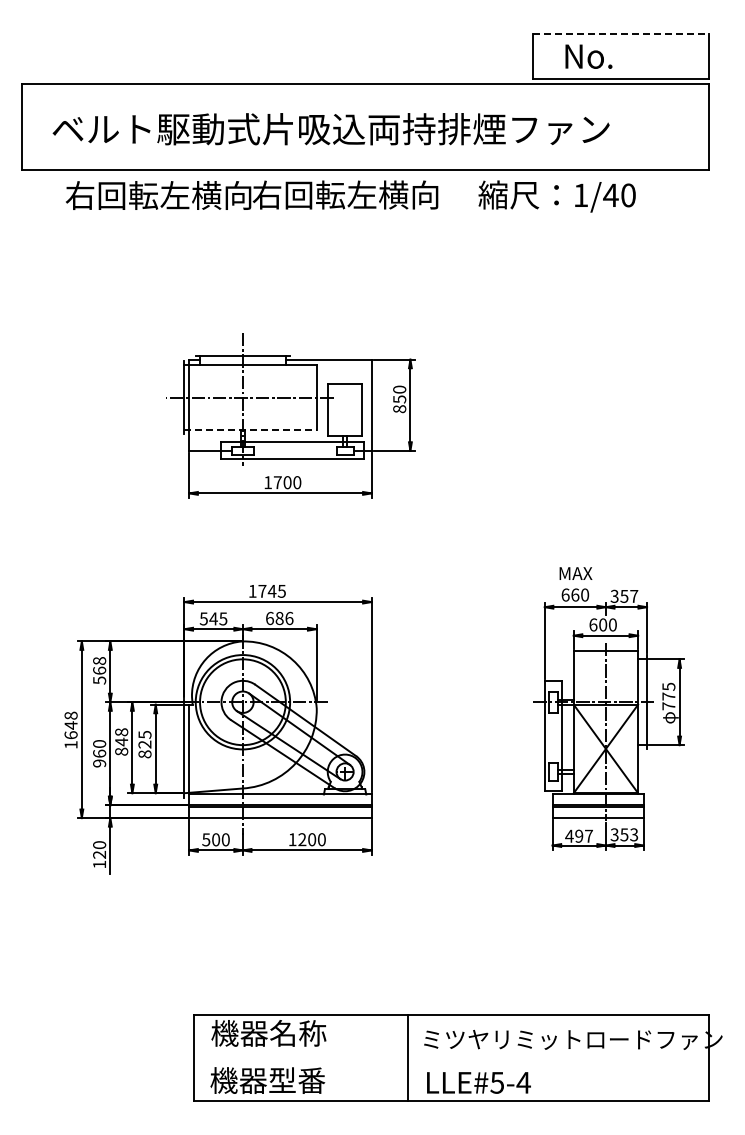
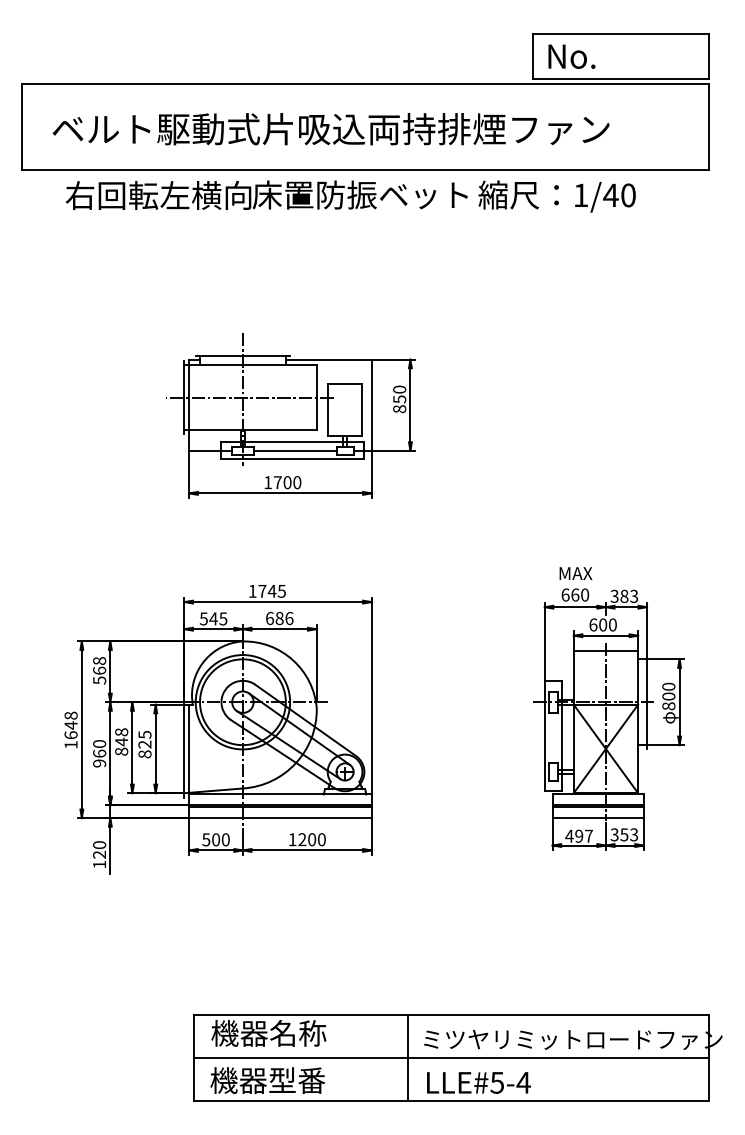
line at (620, 34): dashed -> solid
text at (588, 56) position: (588, 56) -> (571, 56)
text at (359, 194): 右回転左横向 -> 床置防振ベット
line at (251, 429): dashed -> solid
line at (294, 450): none -> present
text at (629, 595): 357 -> 383
text at (668, 696): 775 -> 800
line at (450, 1058): none -> present
